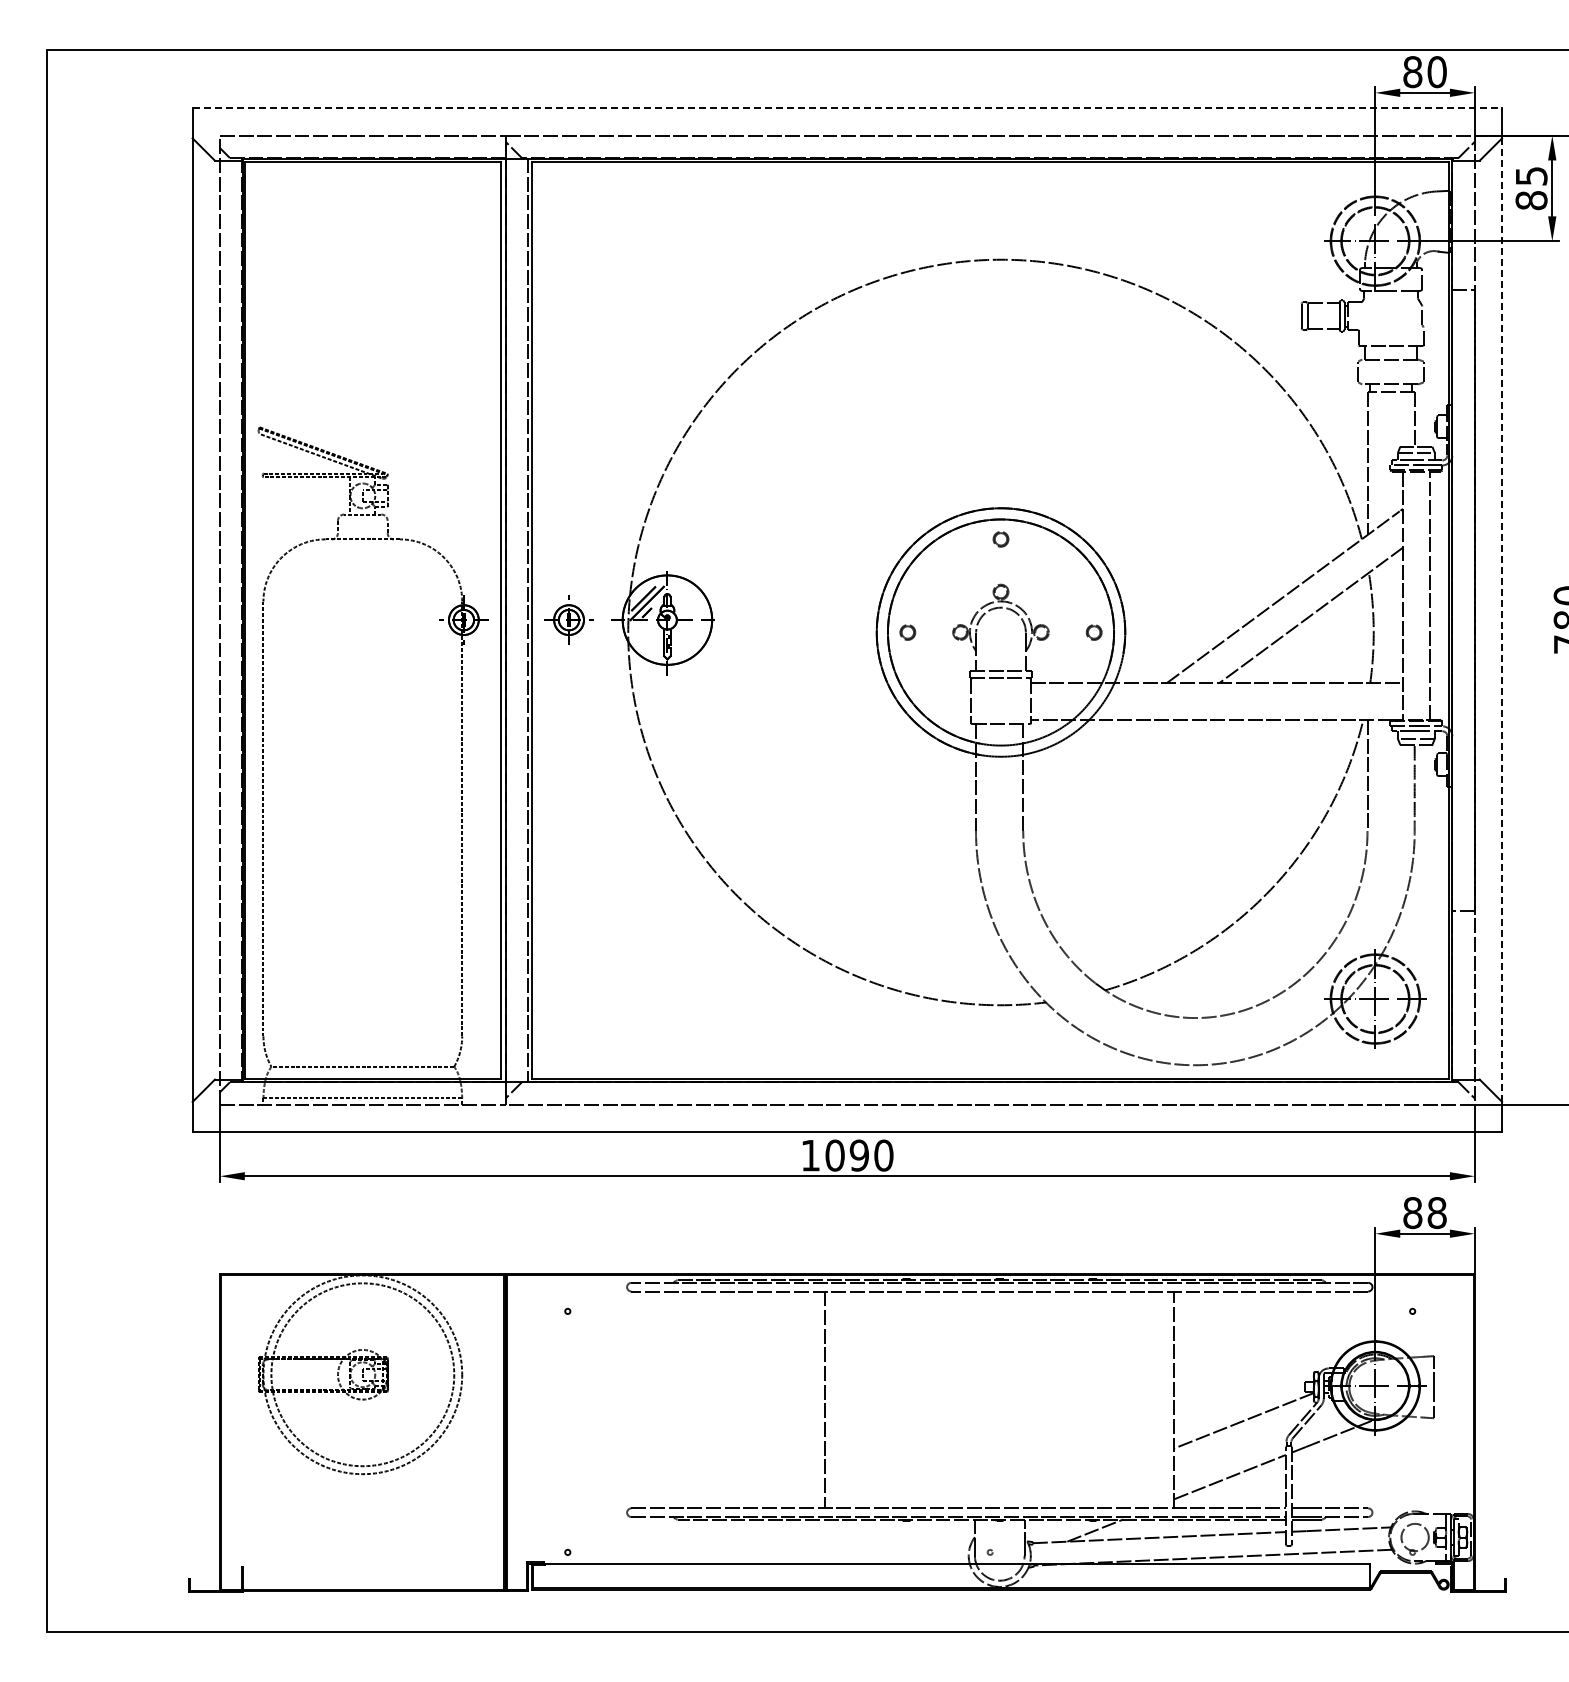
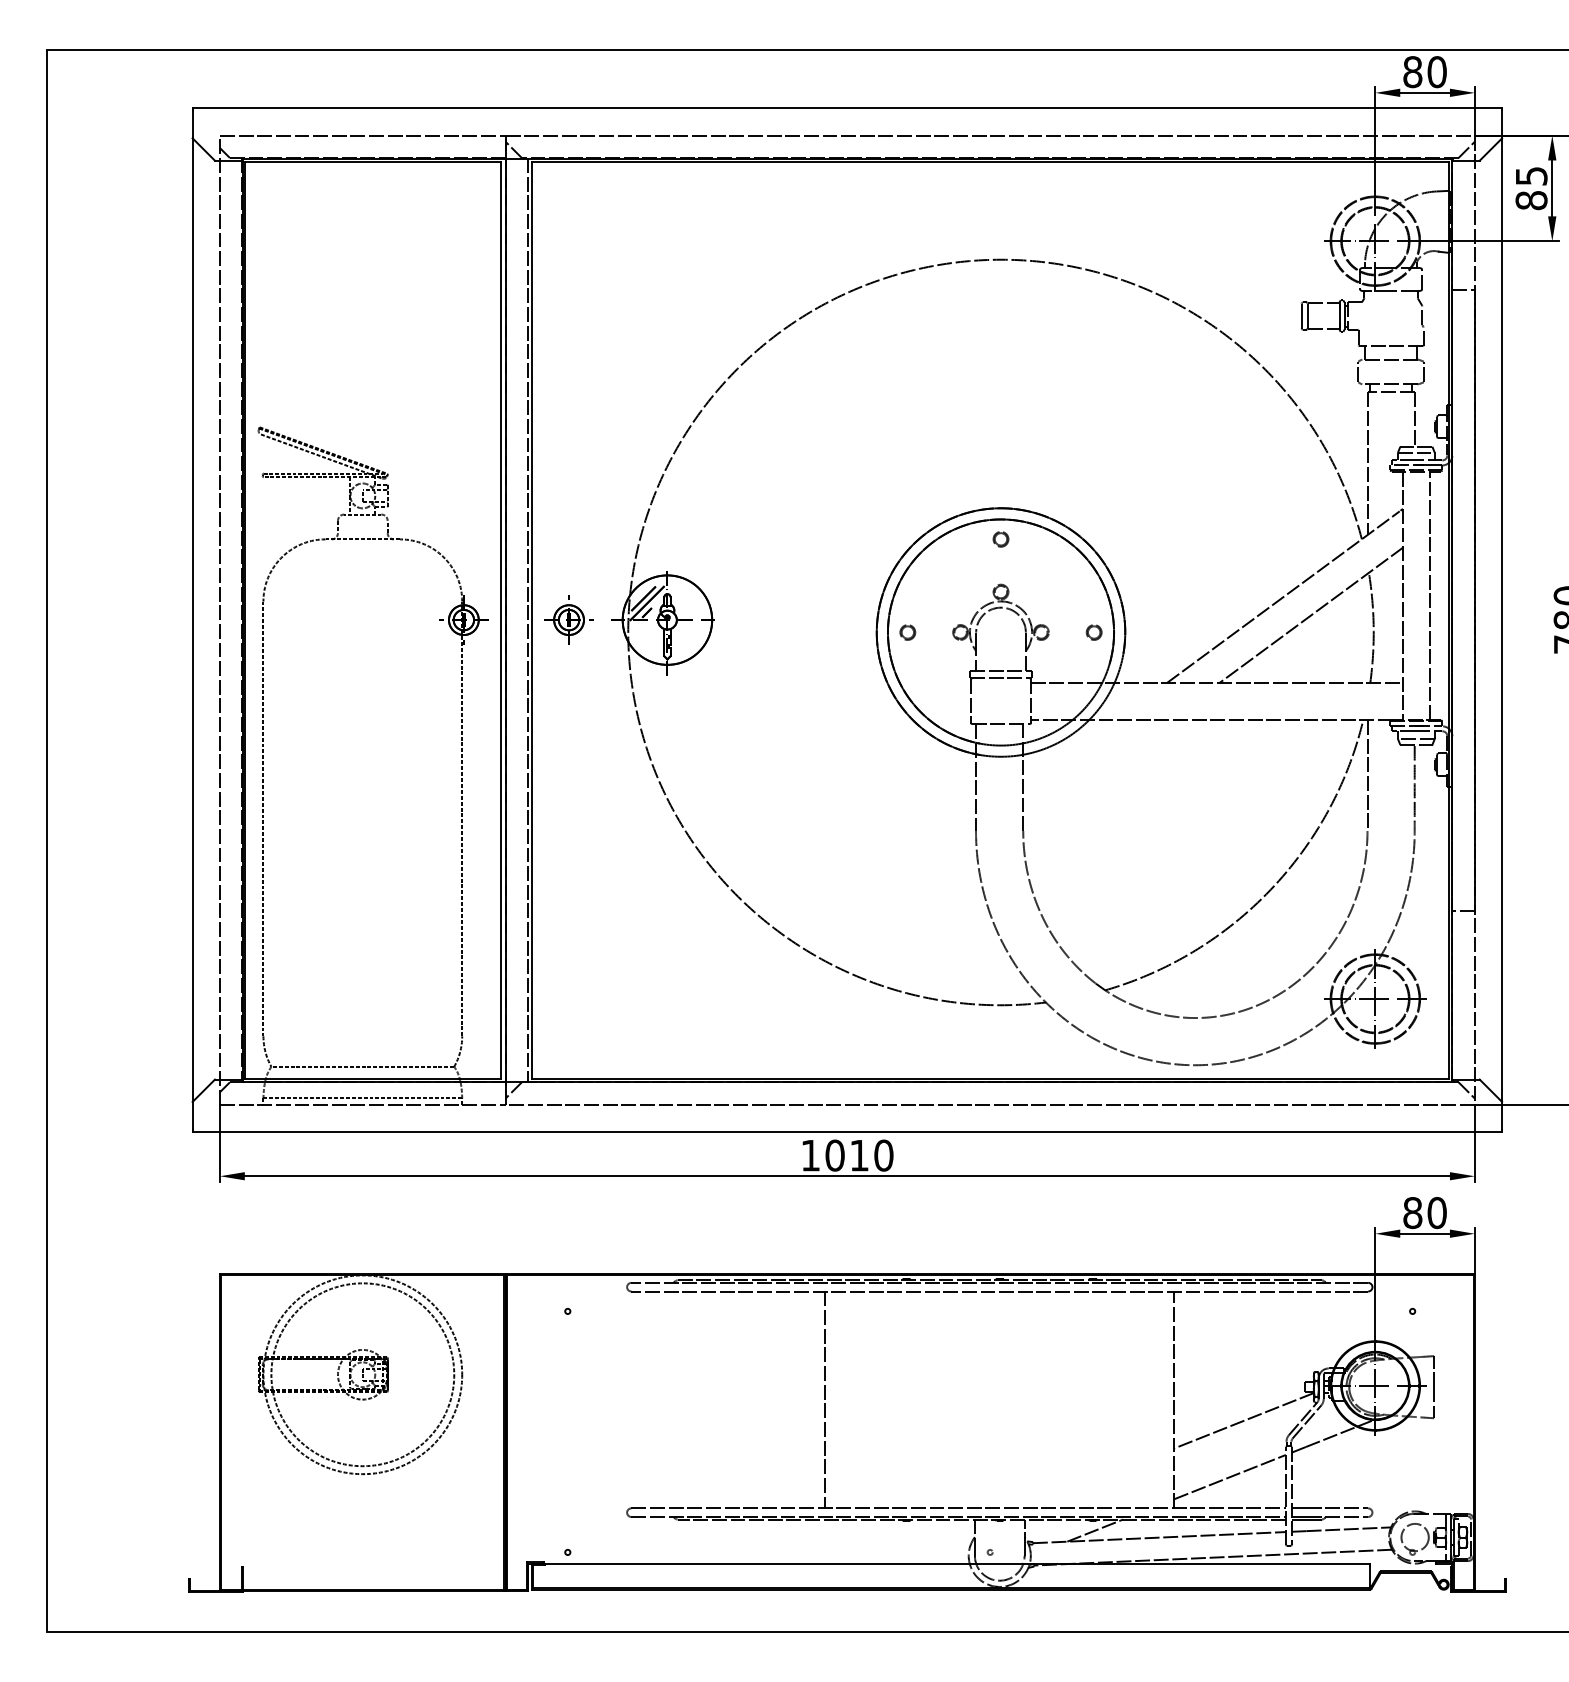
line at (847, 108): dashed -> solid
line at (1502, 620): dashed -> solid
text at (858, 1155): 1090 -> 1010
text at (1436, 1212): 88 -> 80
